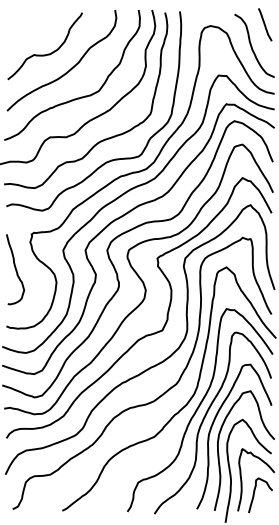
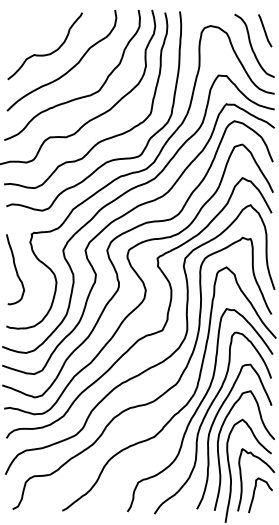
curve at (265, 24) position: (265, 24) -> (265, 30)
